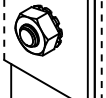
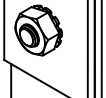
line at (4, 30): dashed -> solid
line at (101, 48): dashed -> solid
